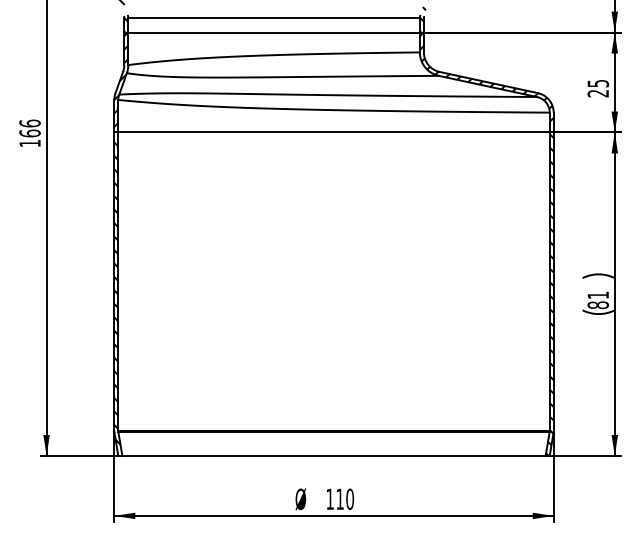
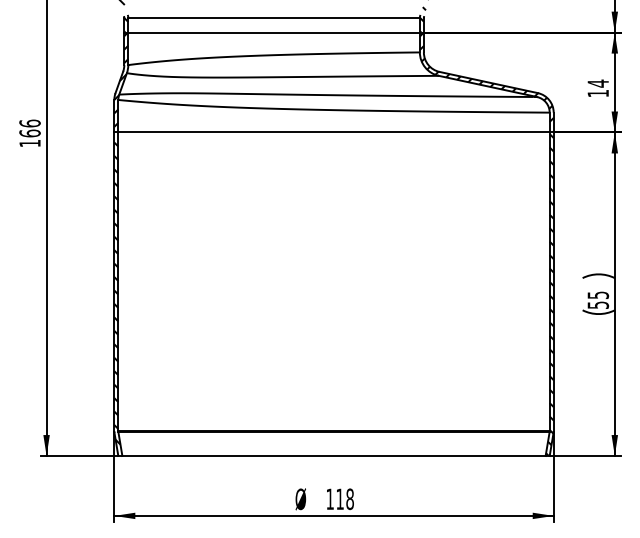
text at (598, 88): 25 -> 14
text at (598, 300): 81 -> 55
text at (349, 499): 110 -> 118
